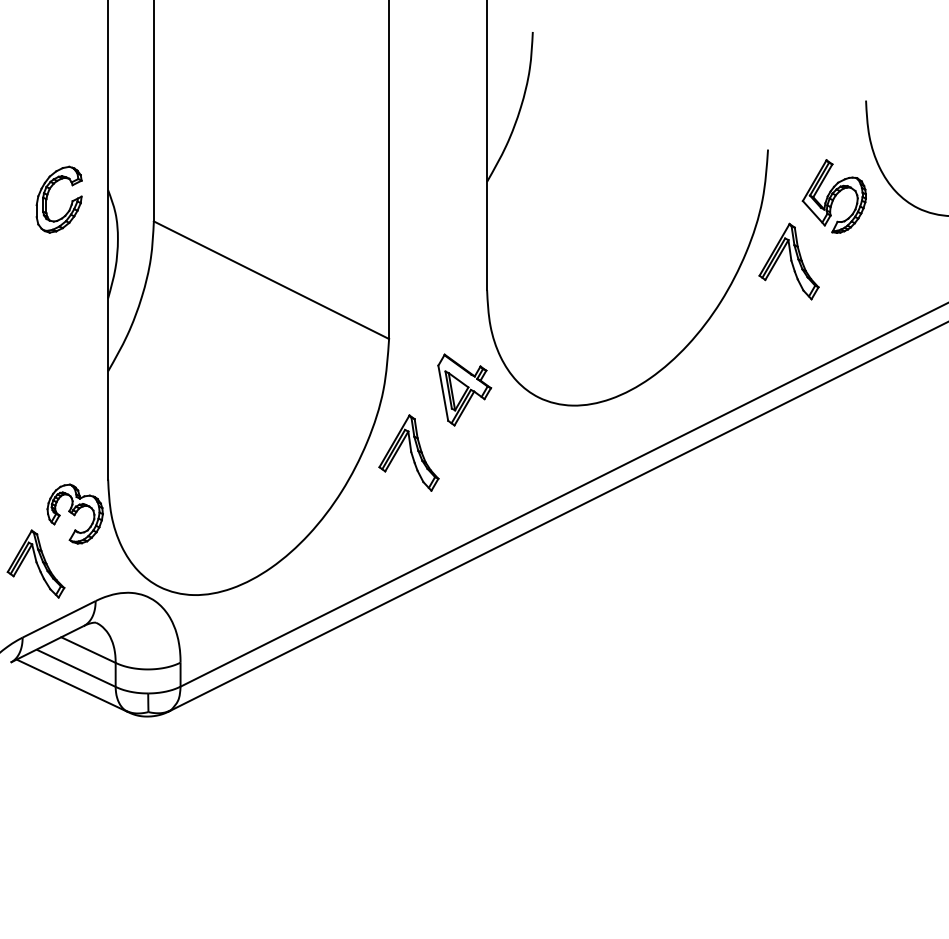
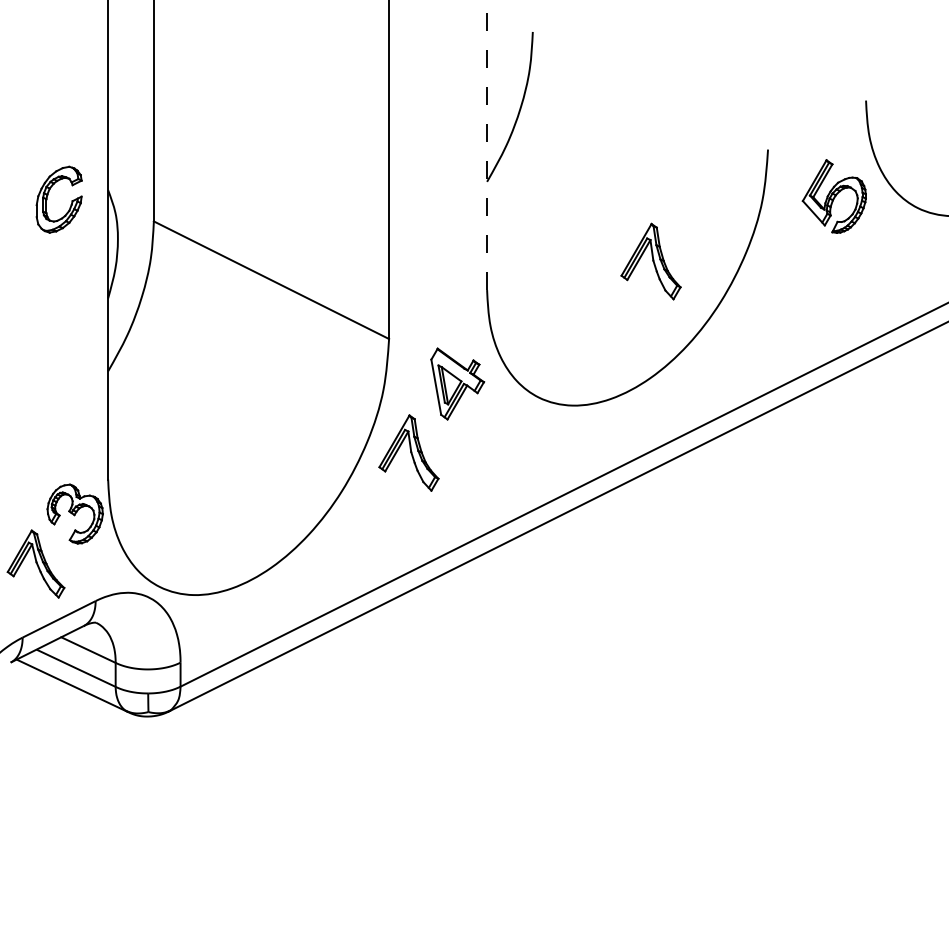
line at (487, 145): solid -> dashed
part at (788, 261) position: (788, 261) -> (650, 261)
part at (464, 389) position: (464, 389) -> (457, 383)
